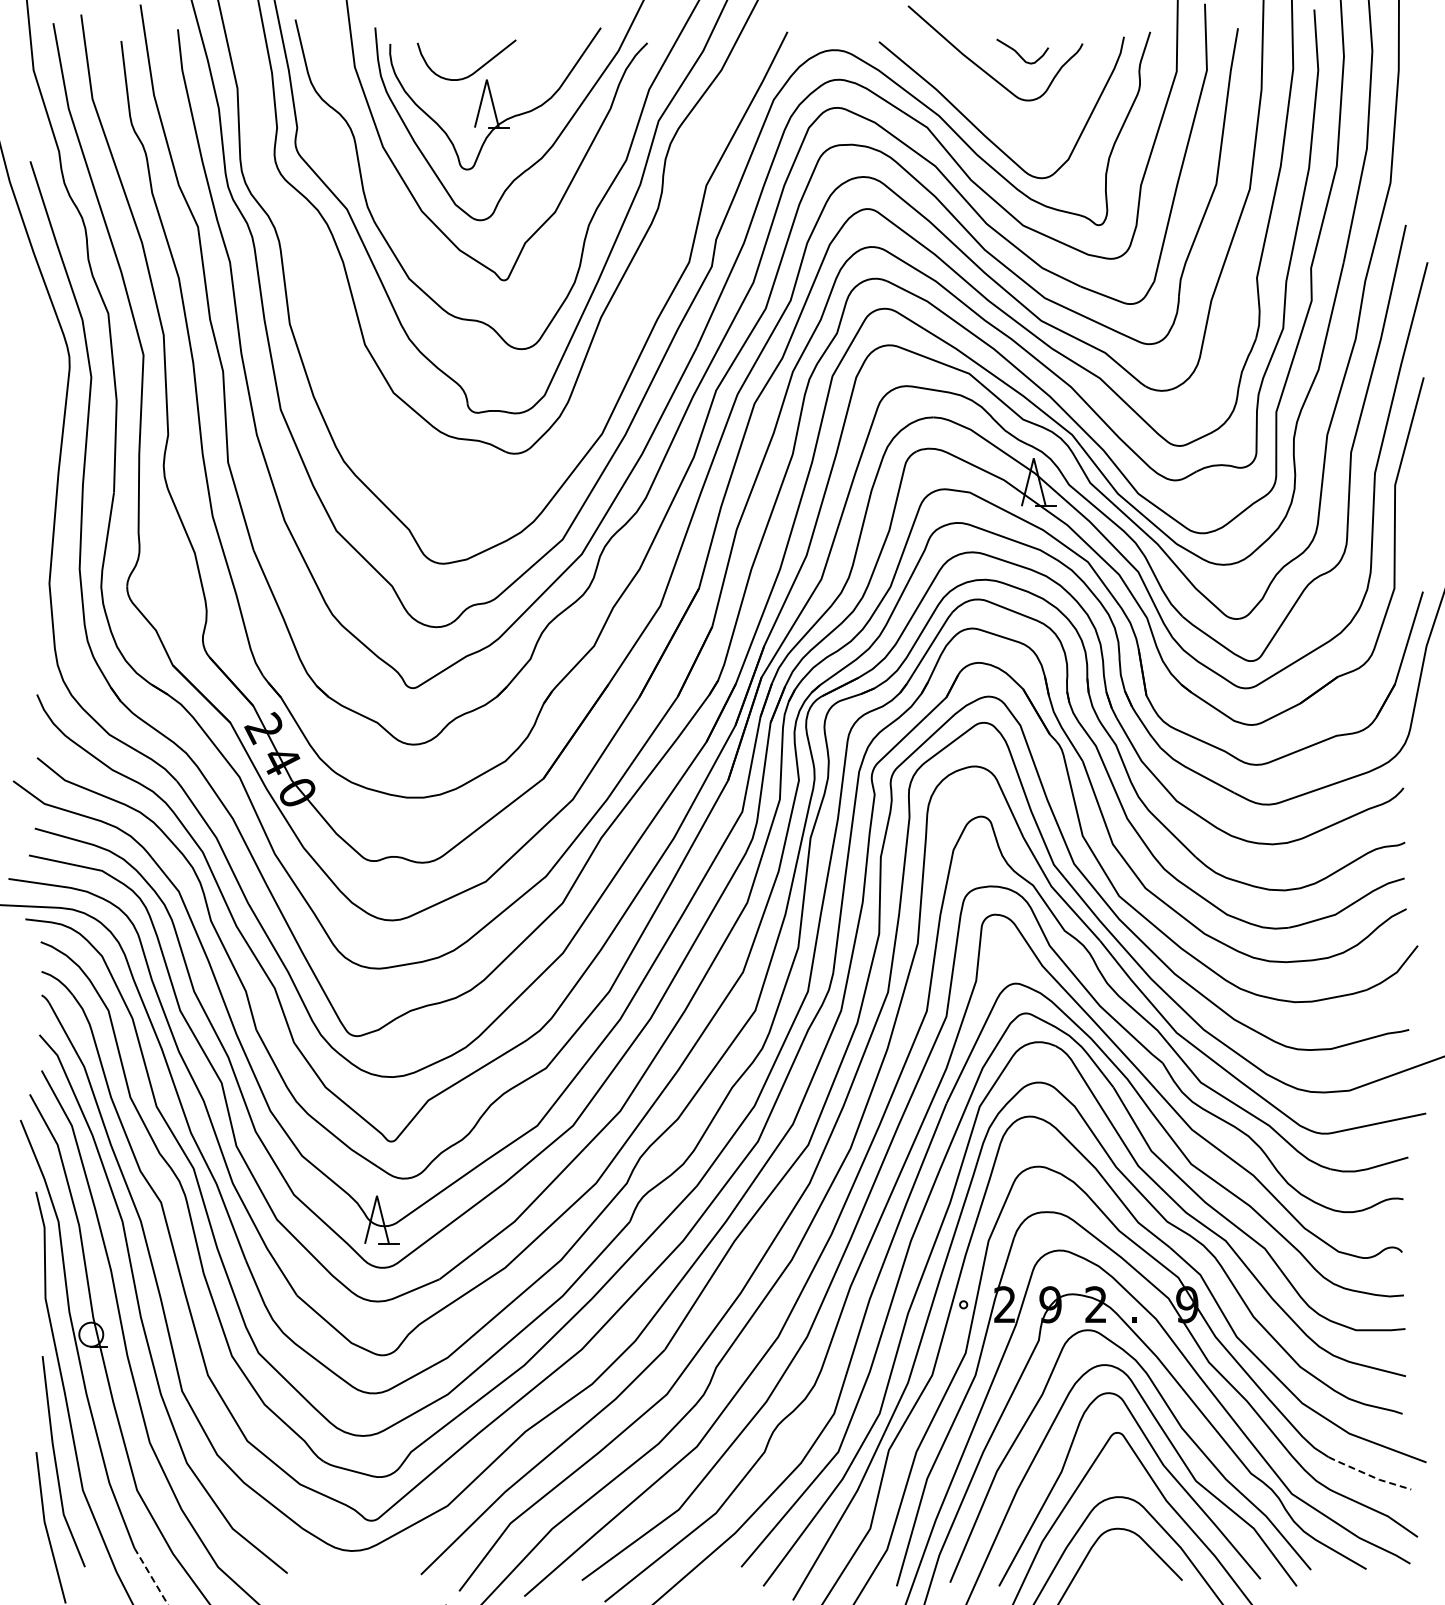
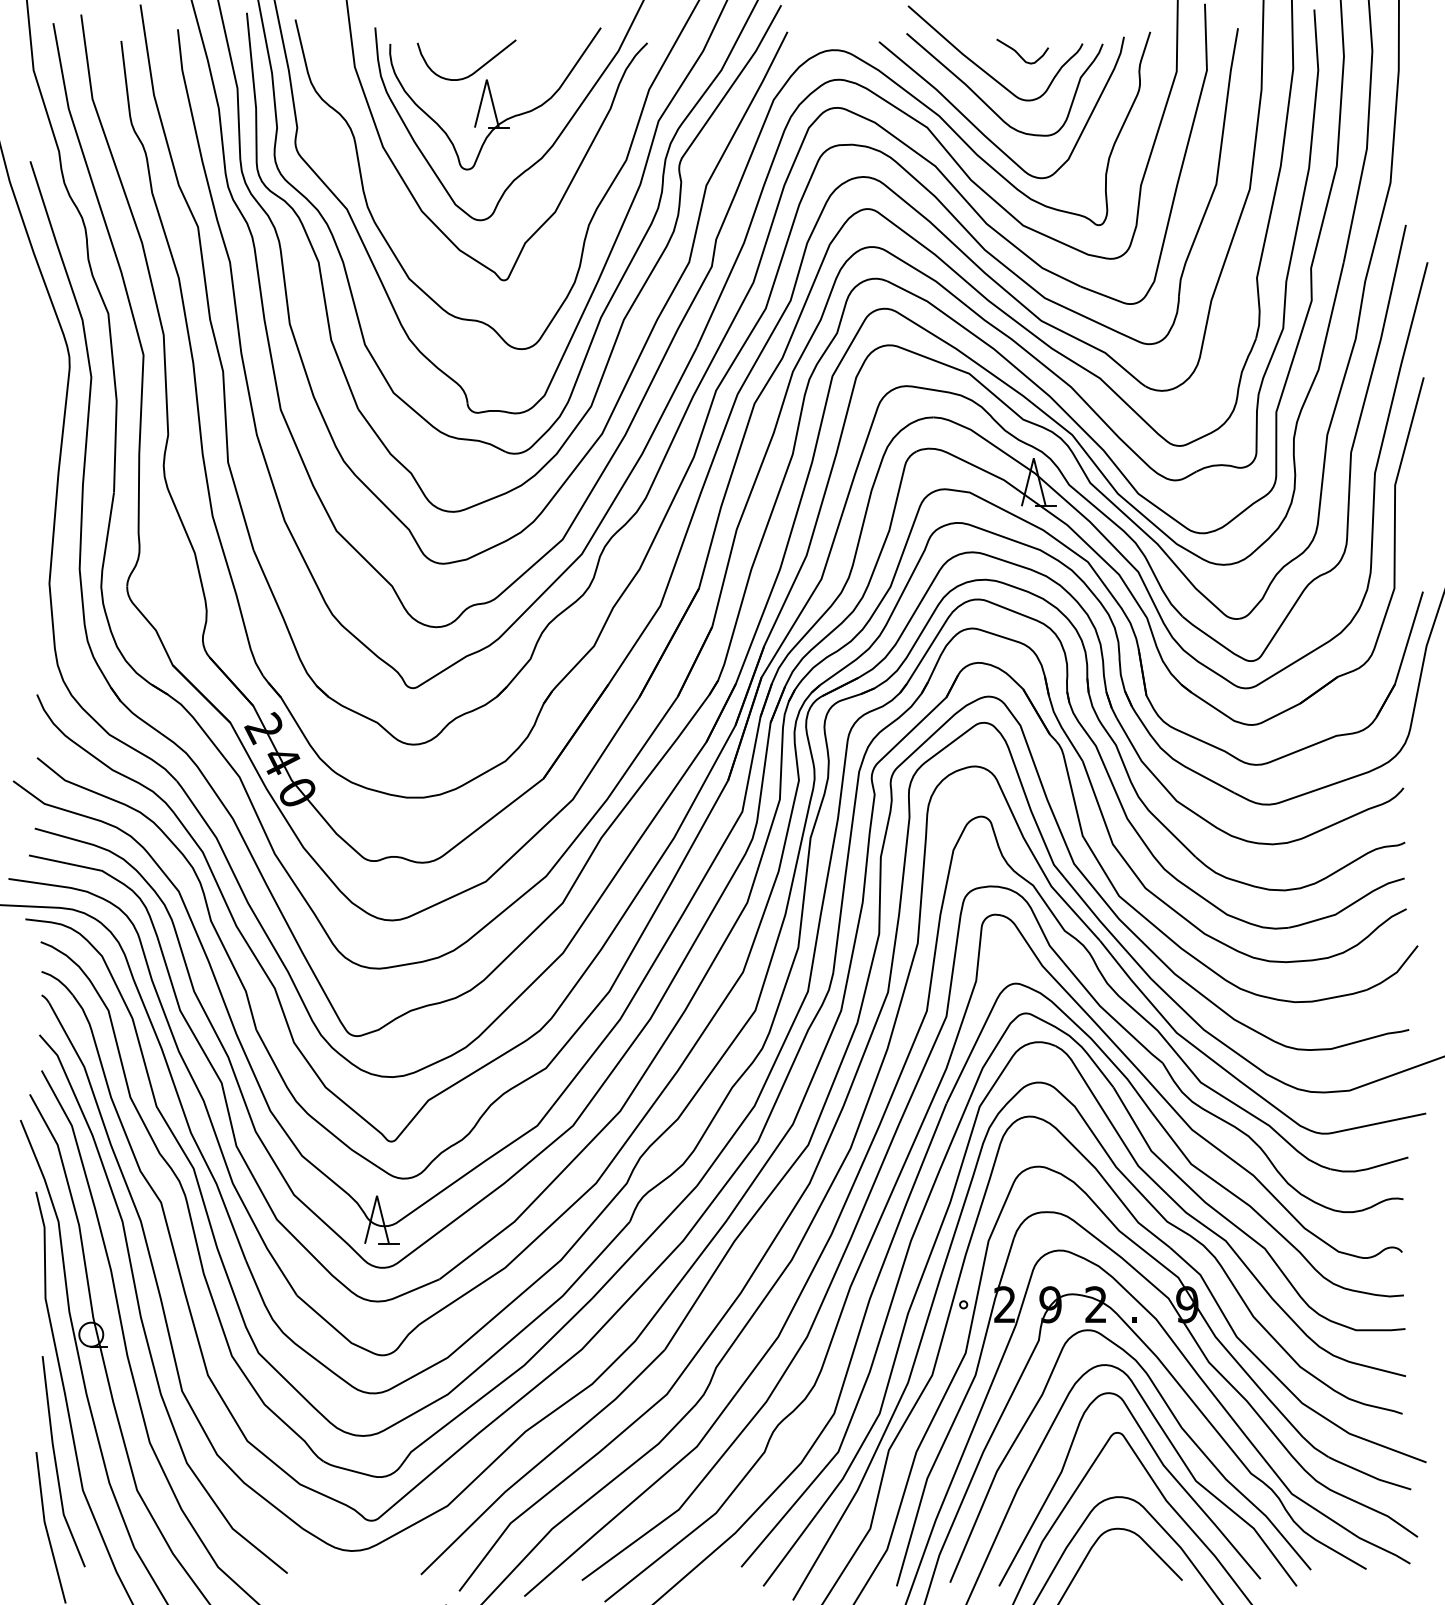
curve at (985, 102): none -> present
part at (625, 314): none -> present
line at (1369, 1475): dashed -> solid
line at (151, 1576): dashed -> solid
